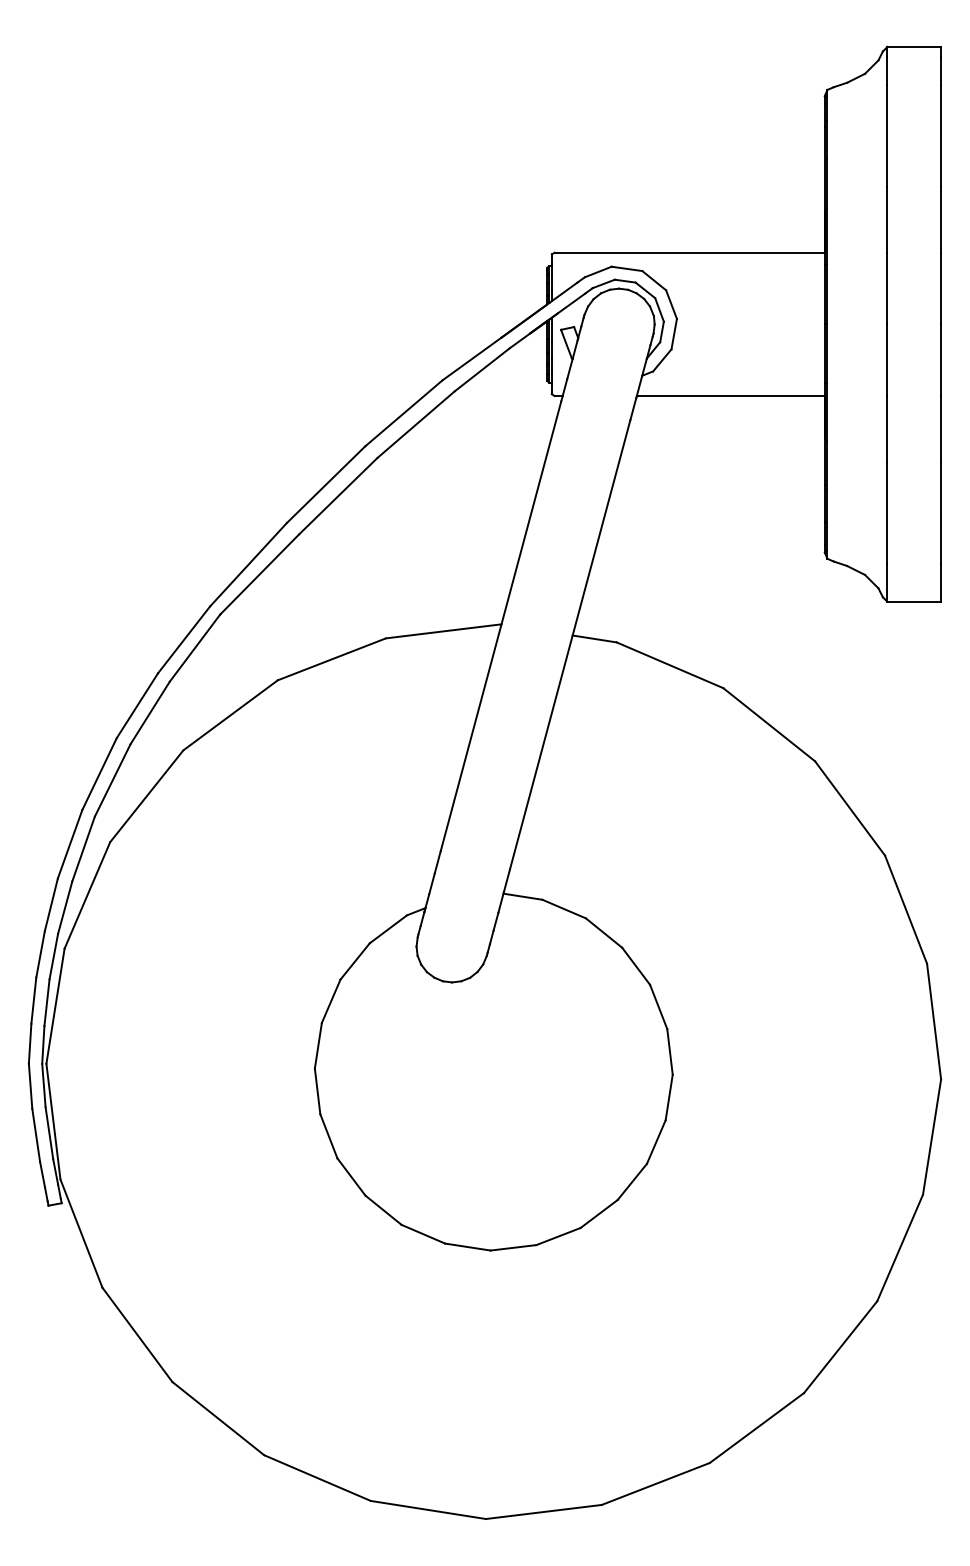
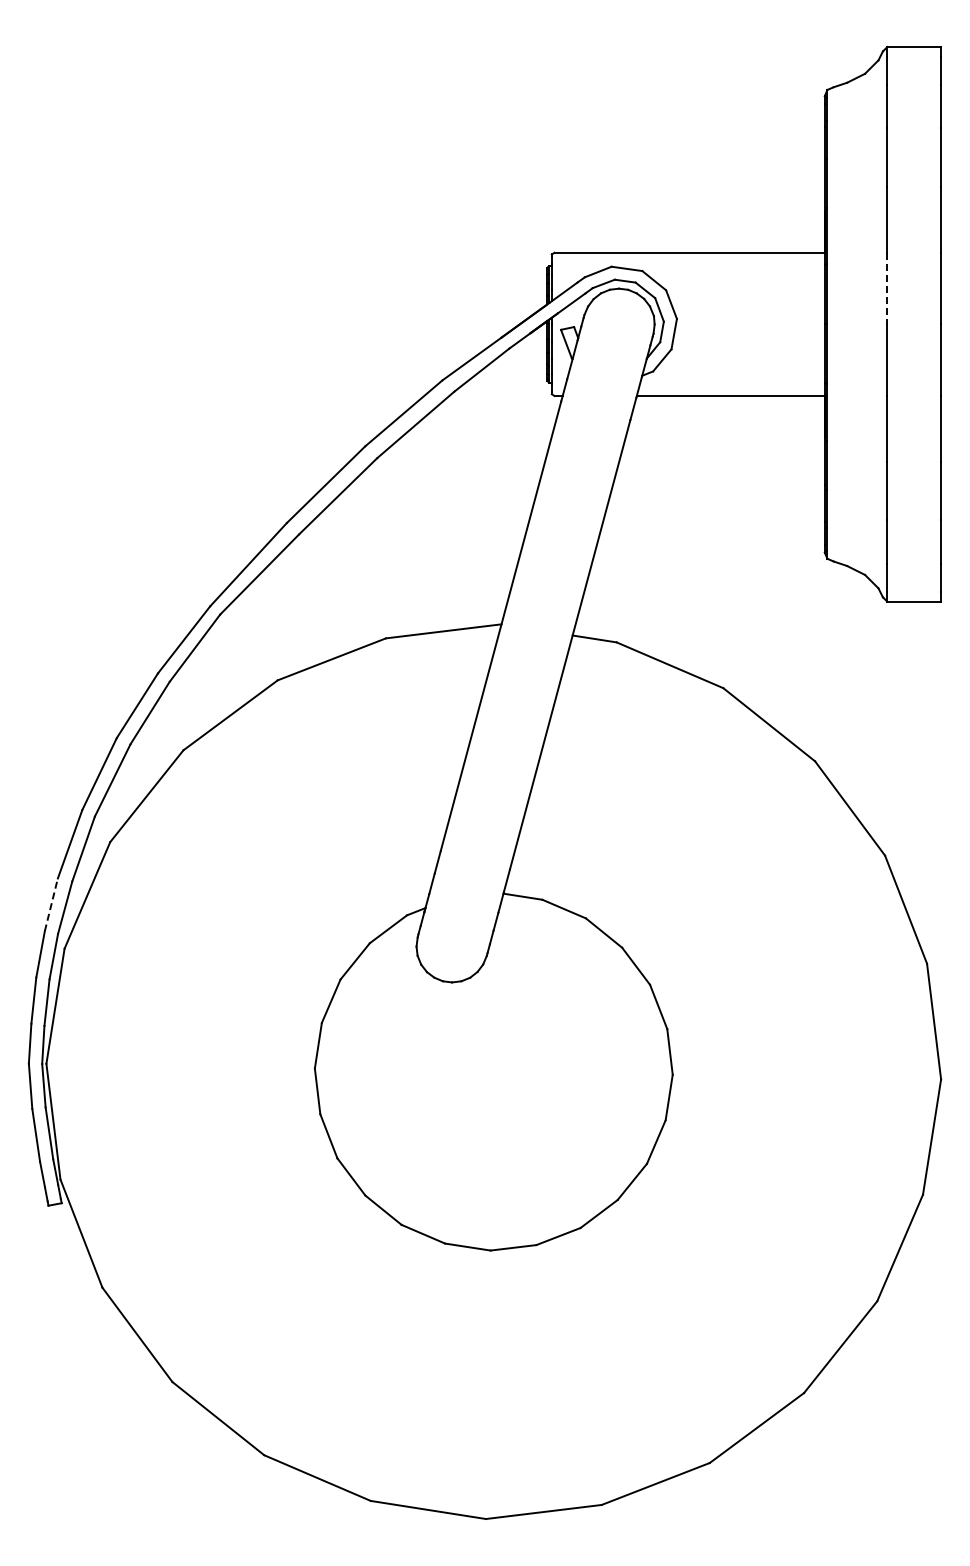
line at (887, 288): solid -> dashed
line at (51, 904): solid -> dashed
